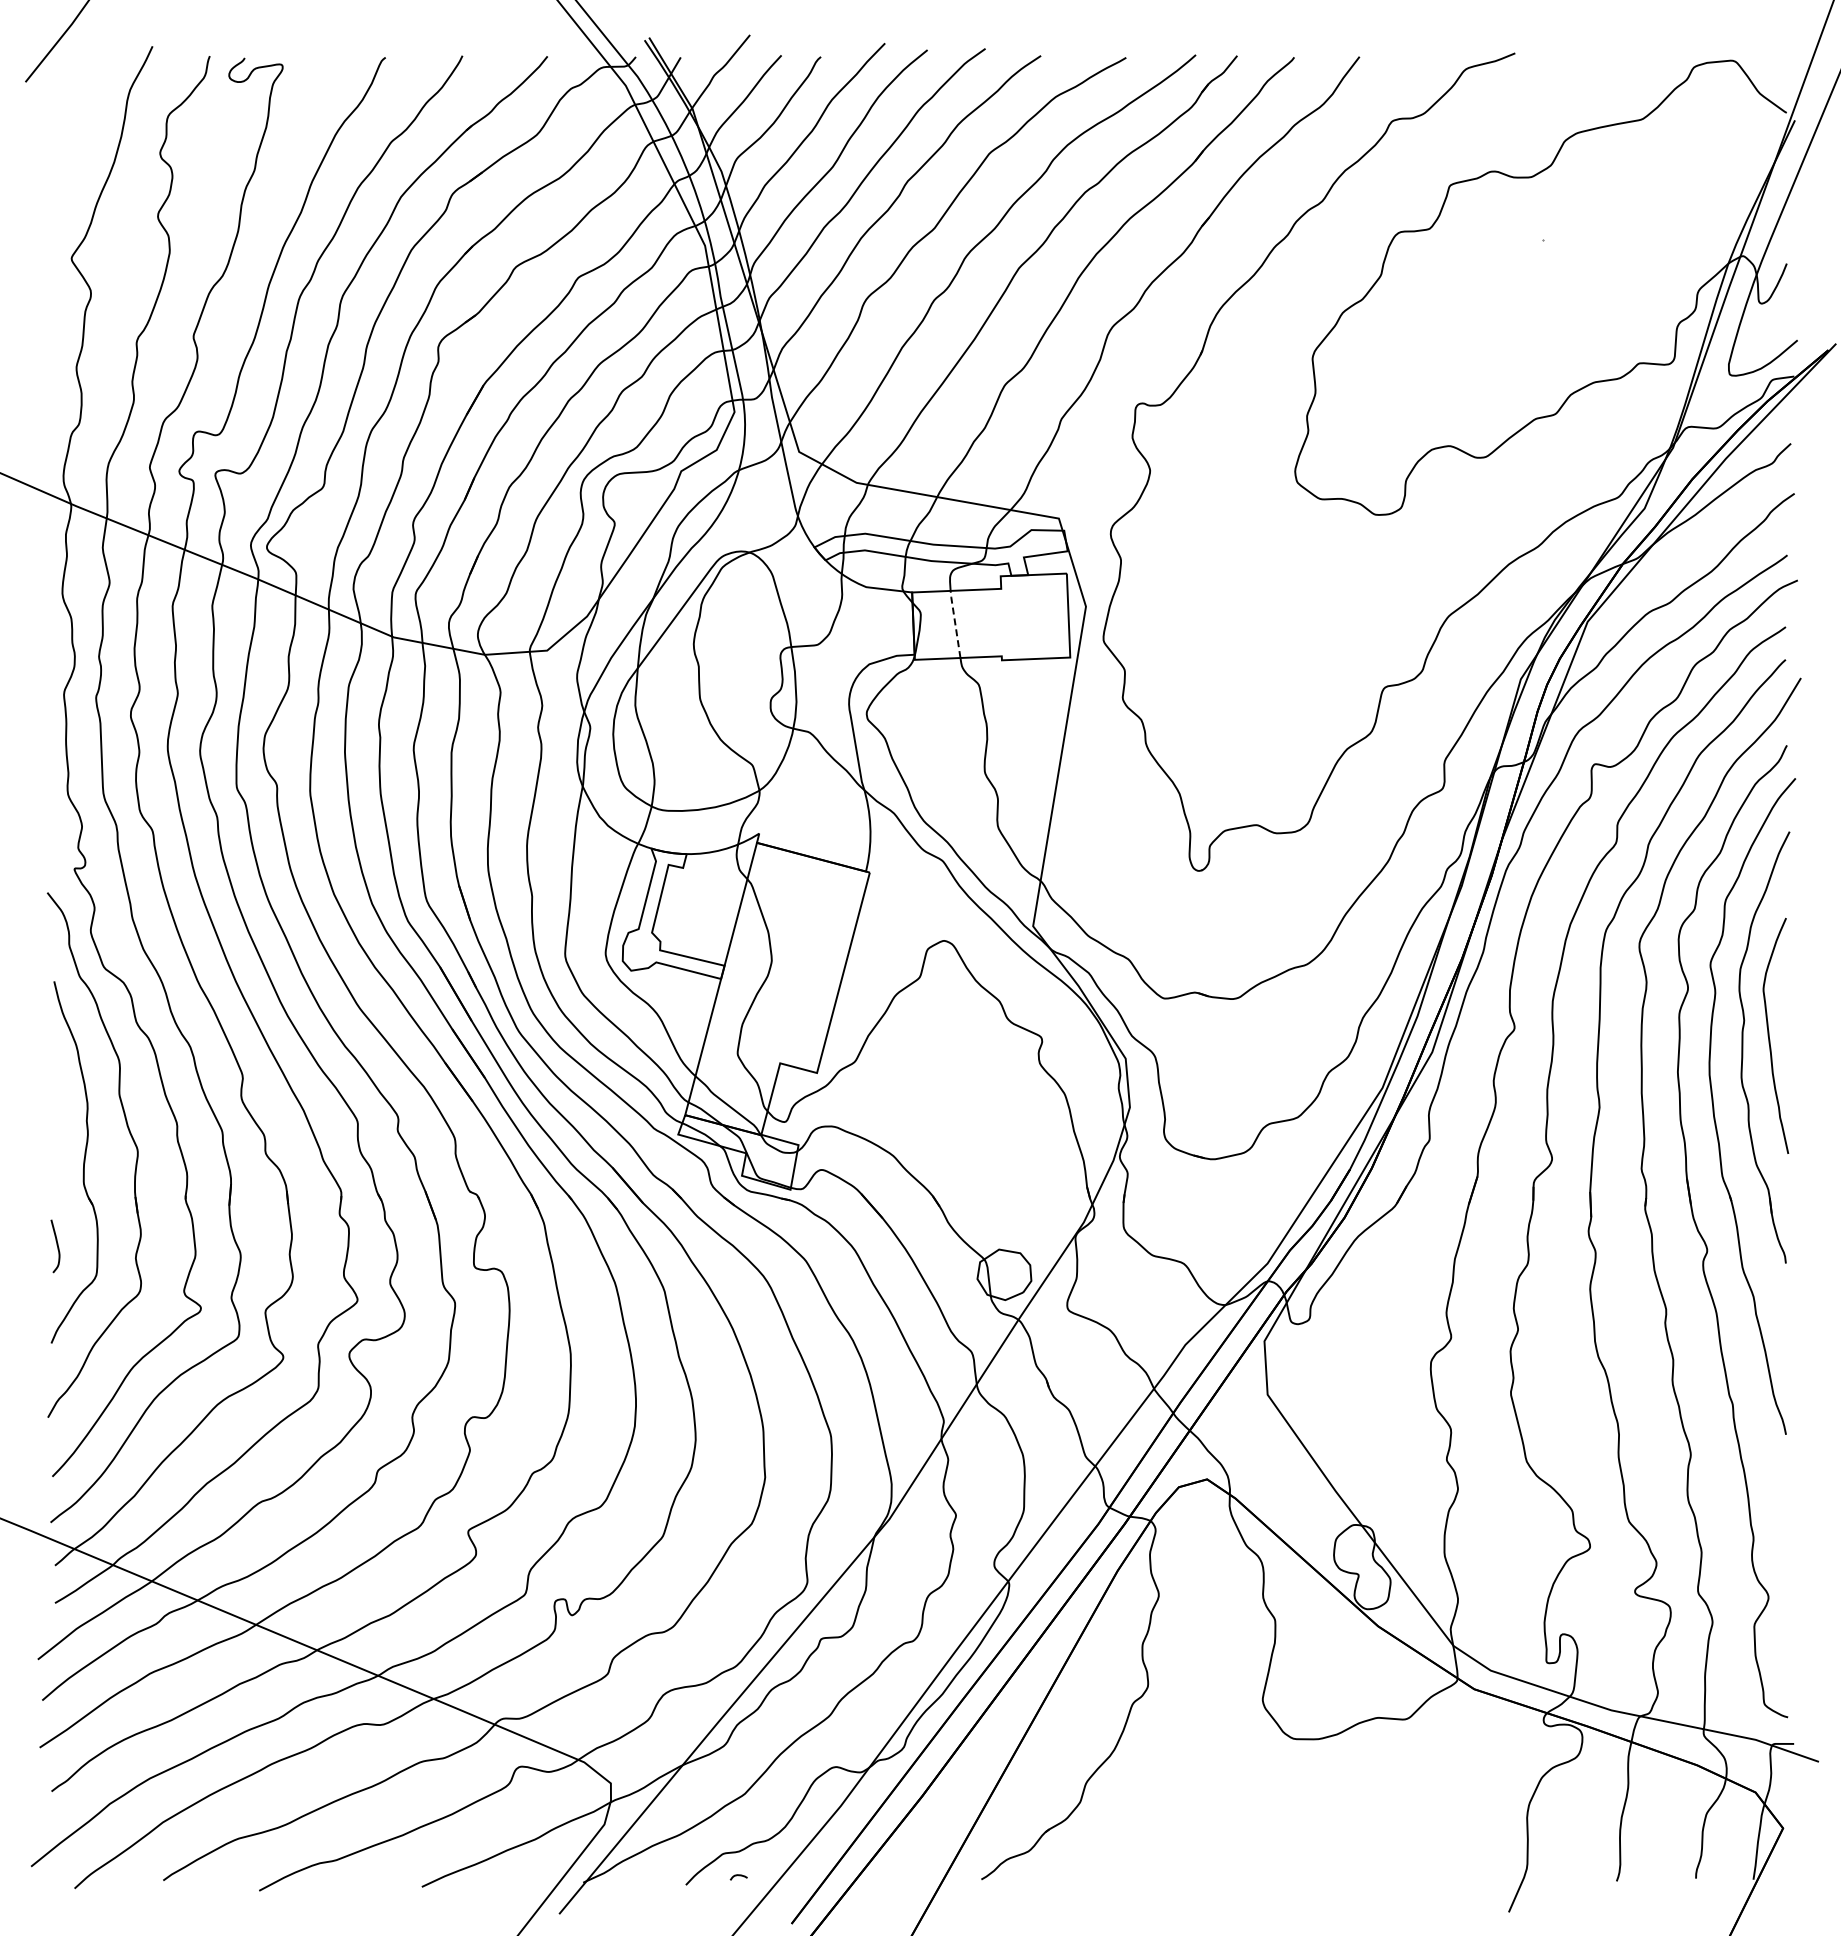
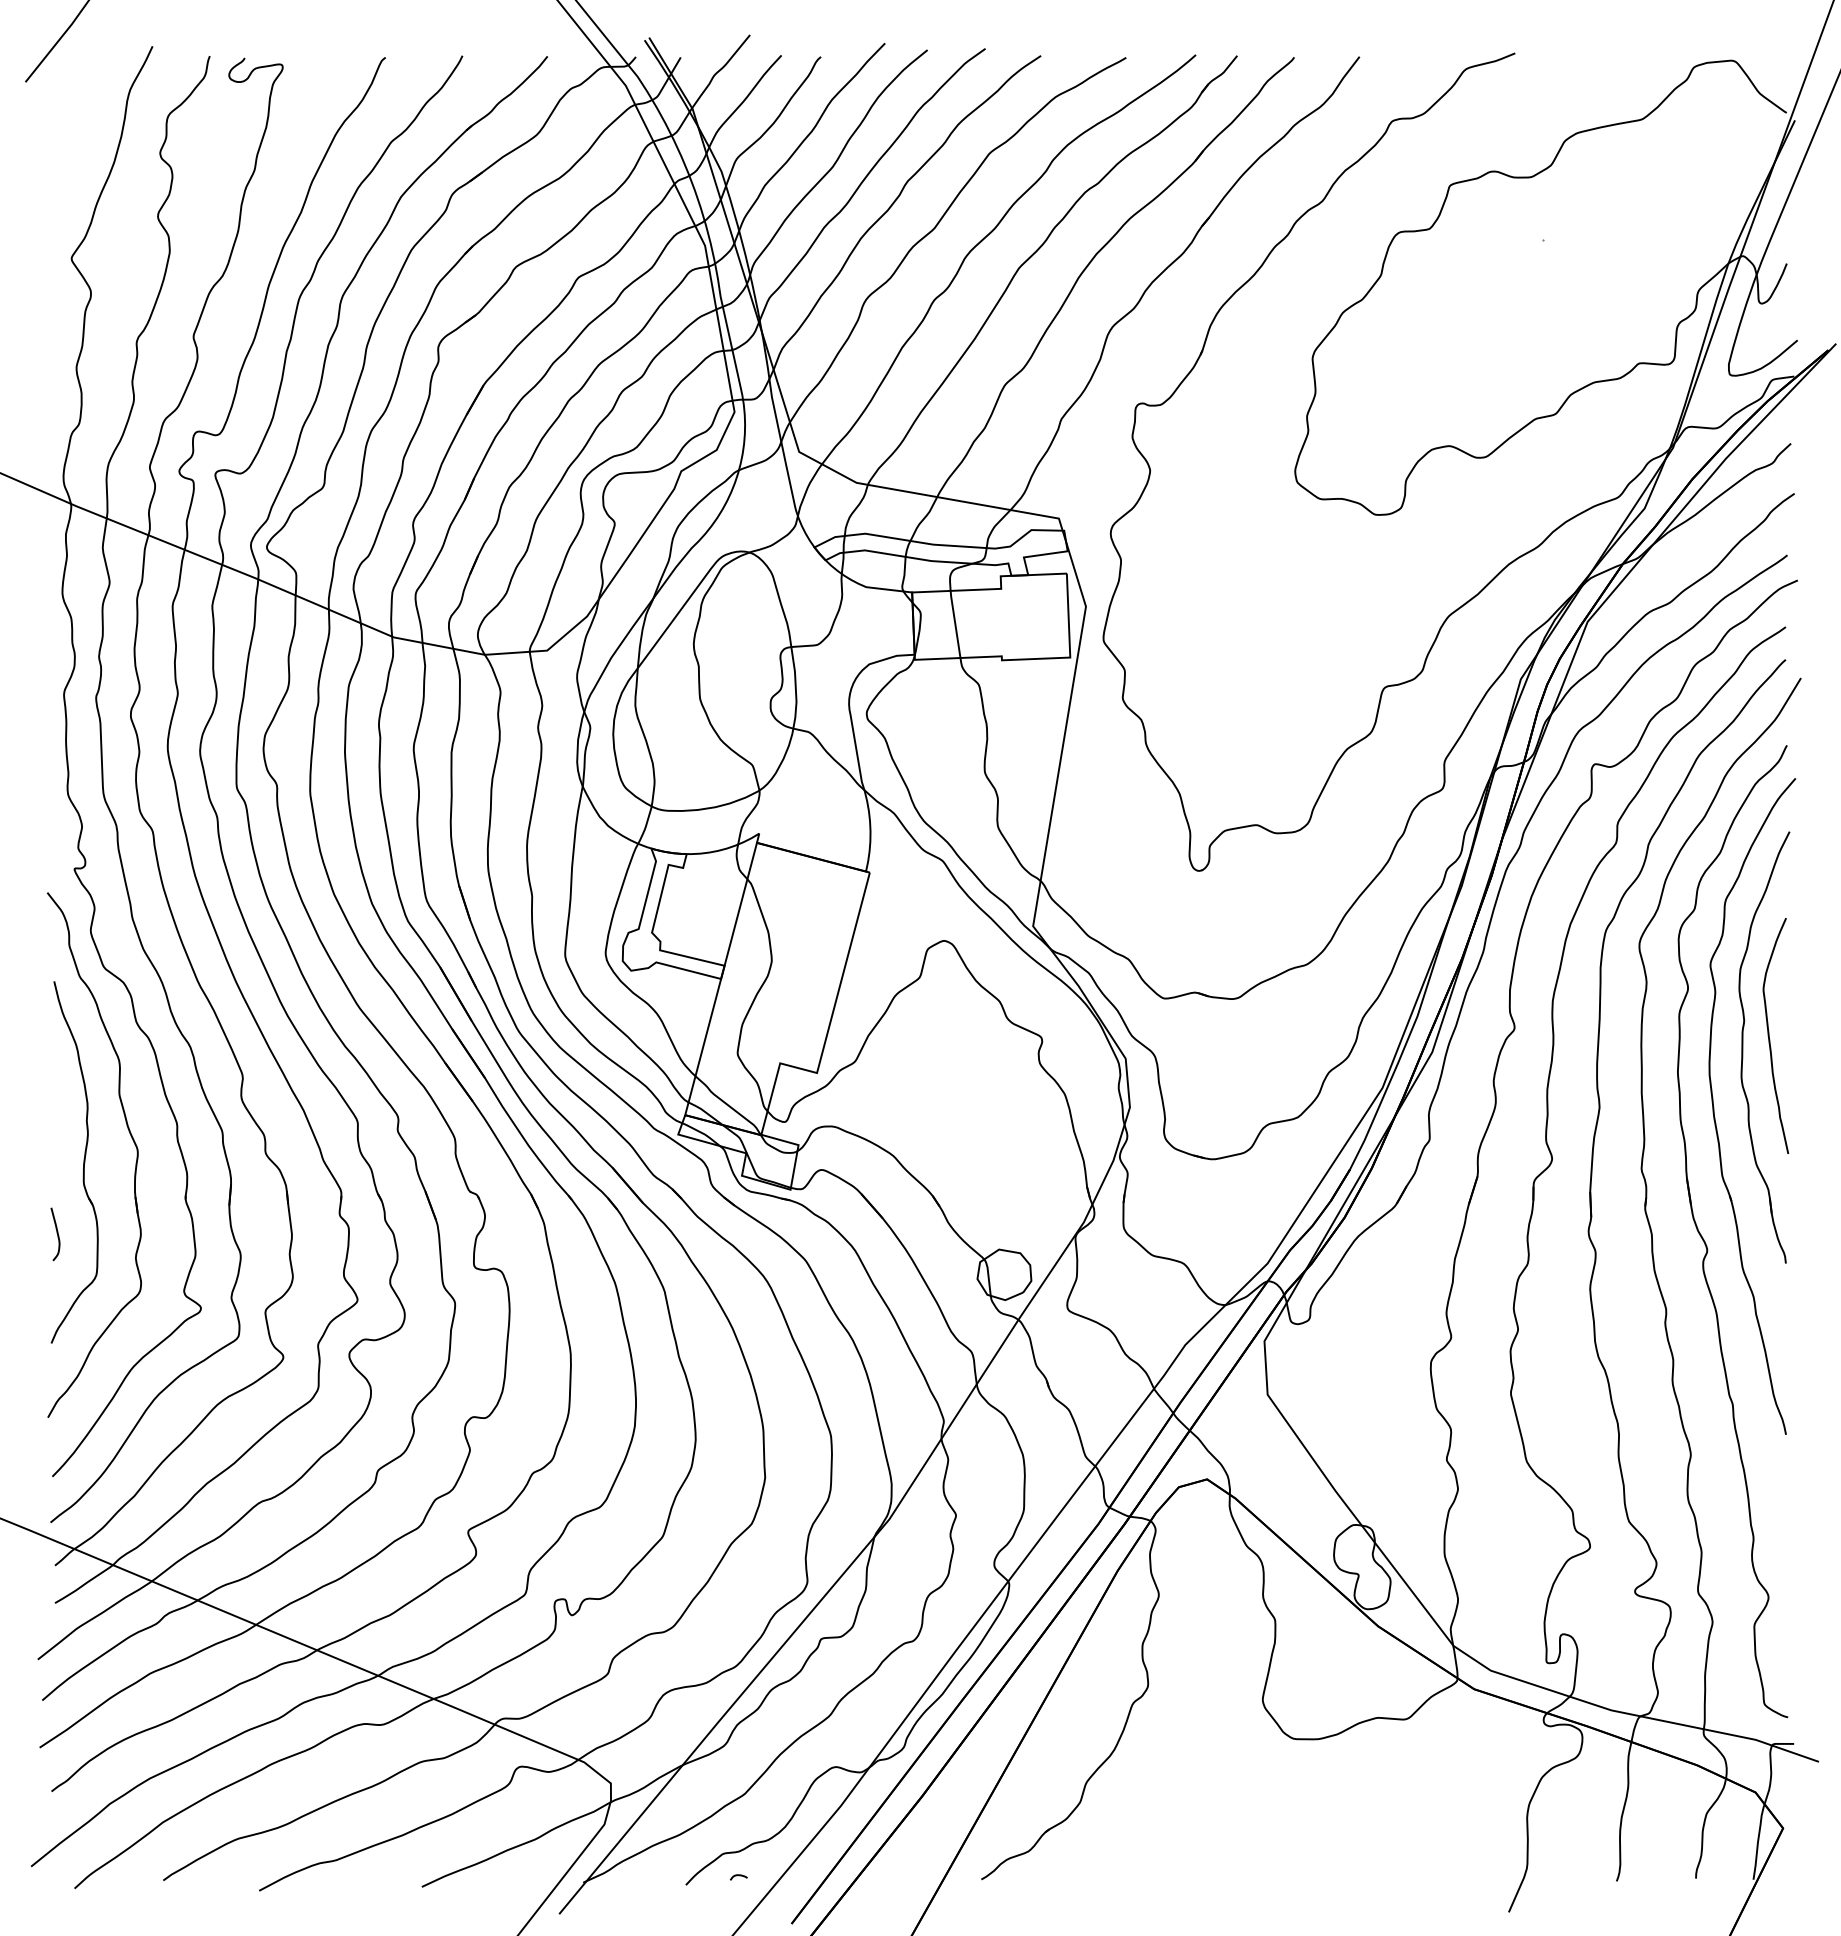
line at (955, 623): dashed -> solid
curve at (56, 1245) position: (56, 1245) -> (56, 1233)
